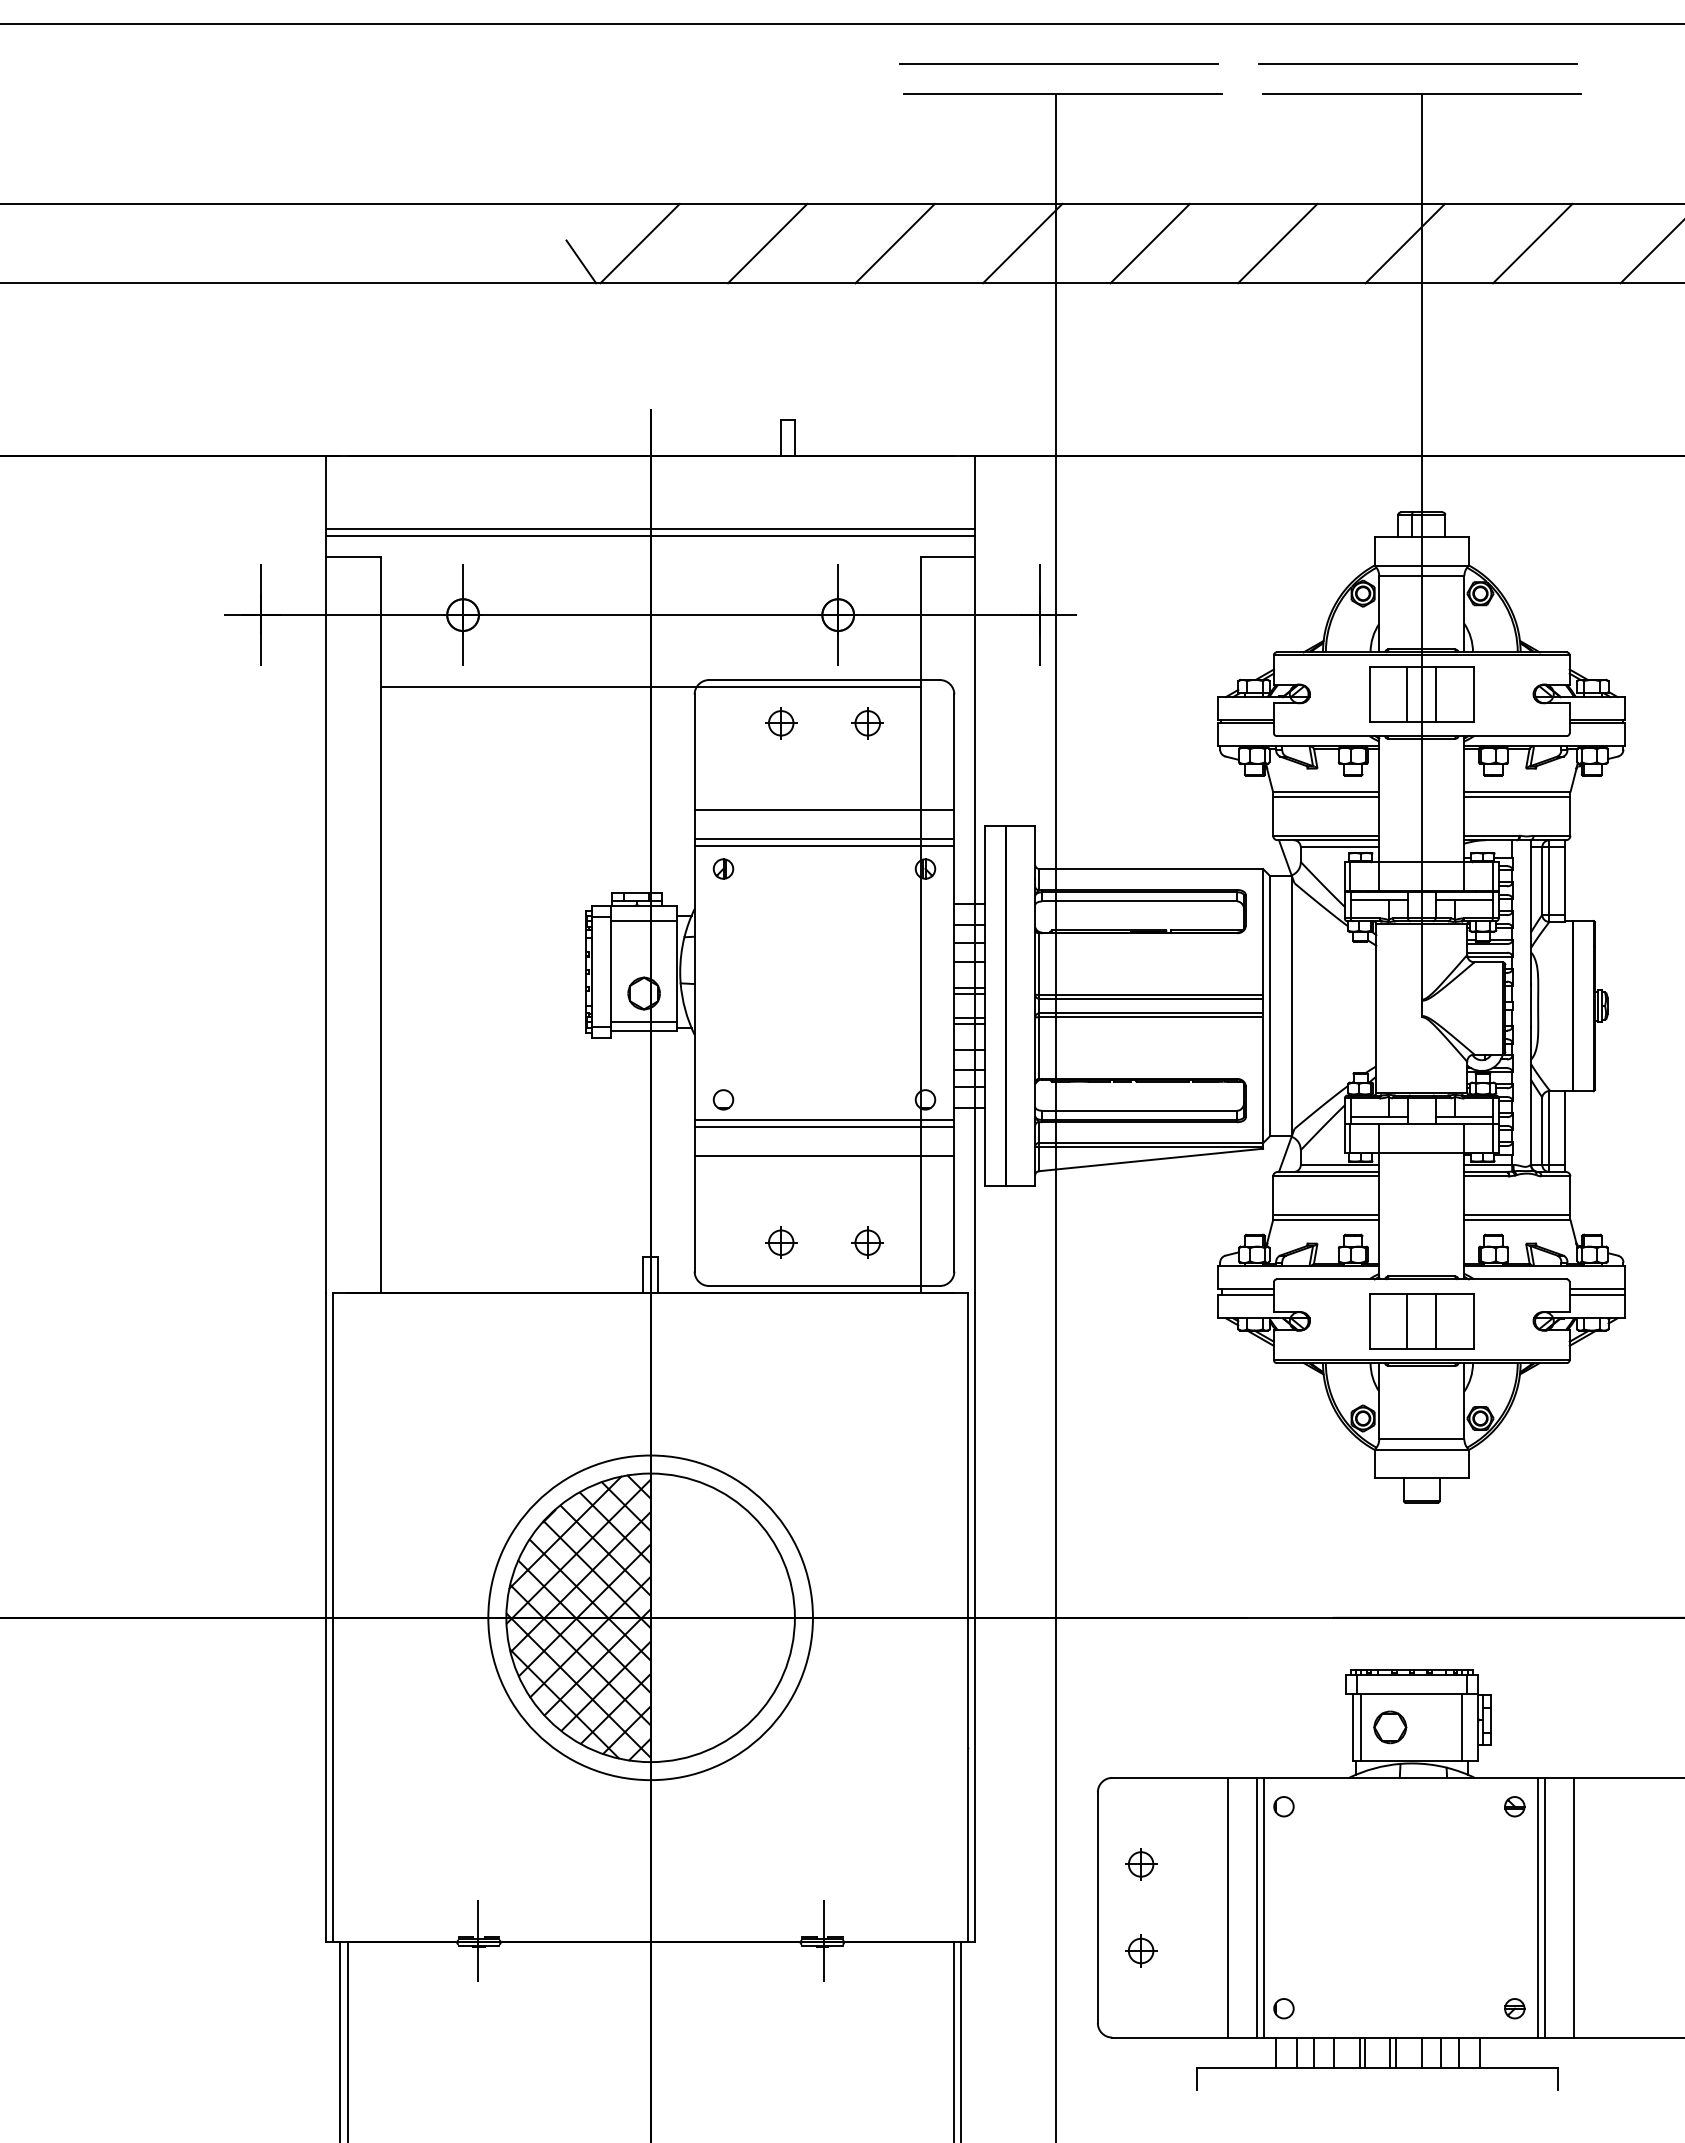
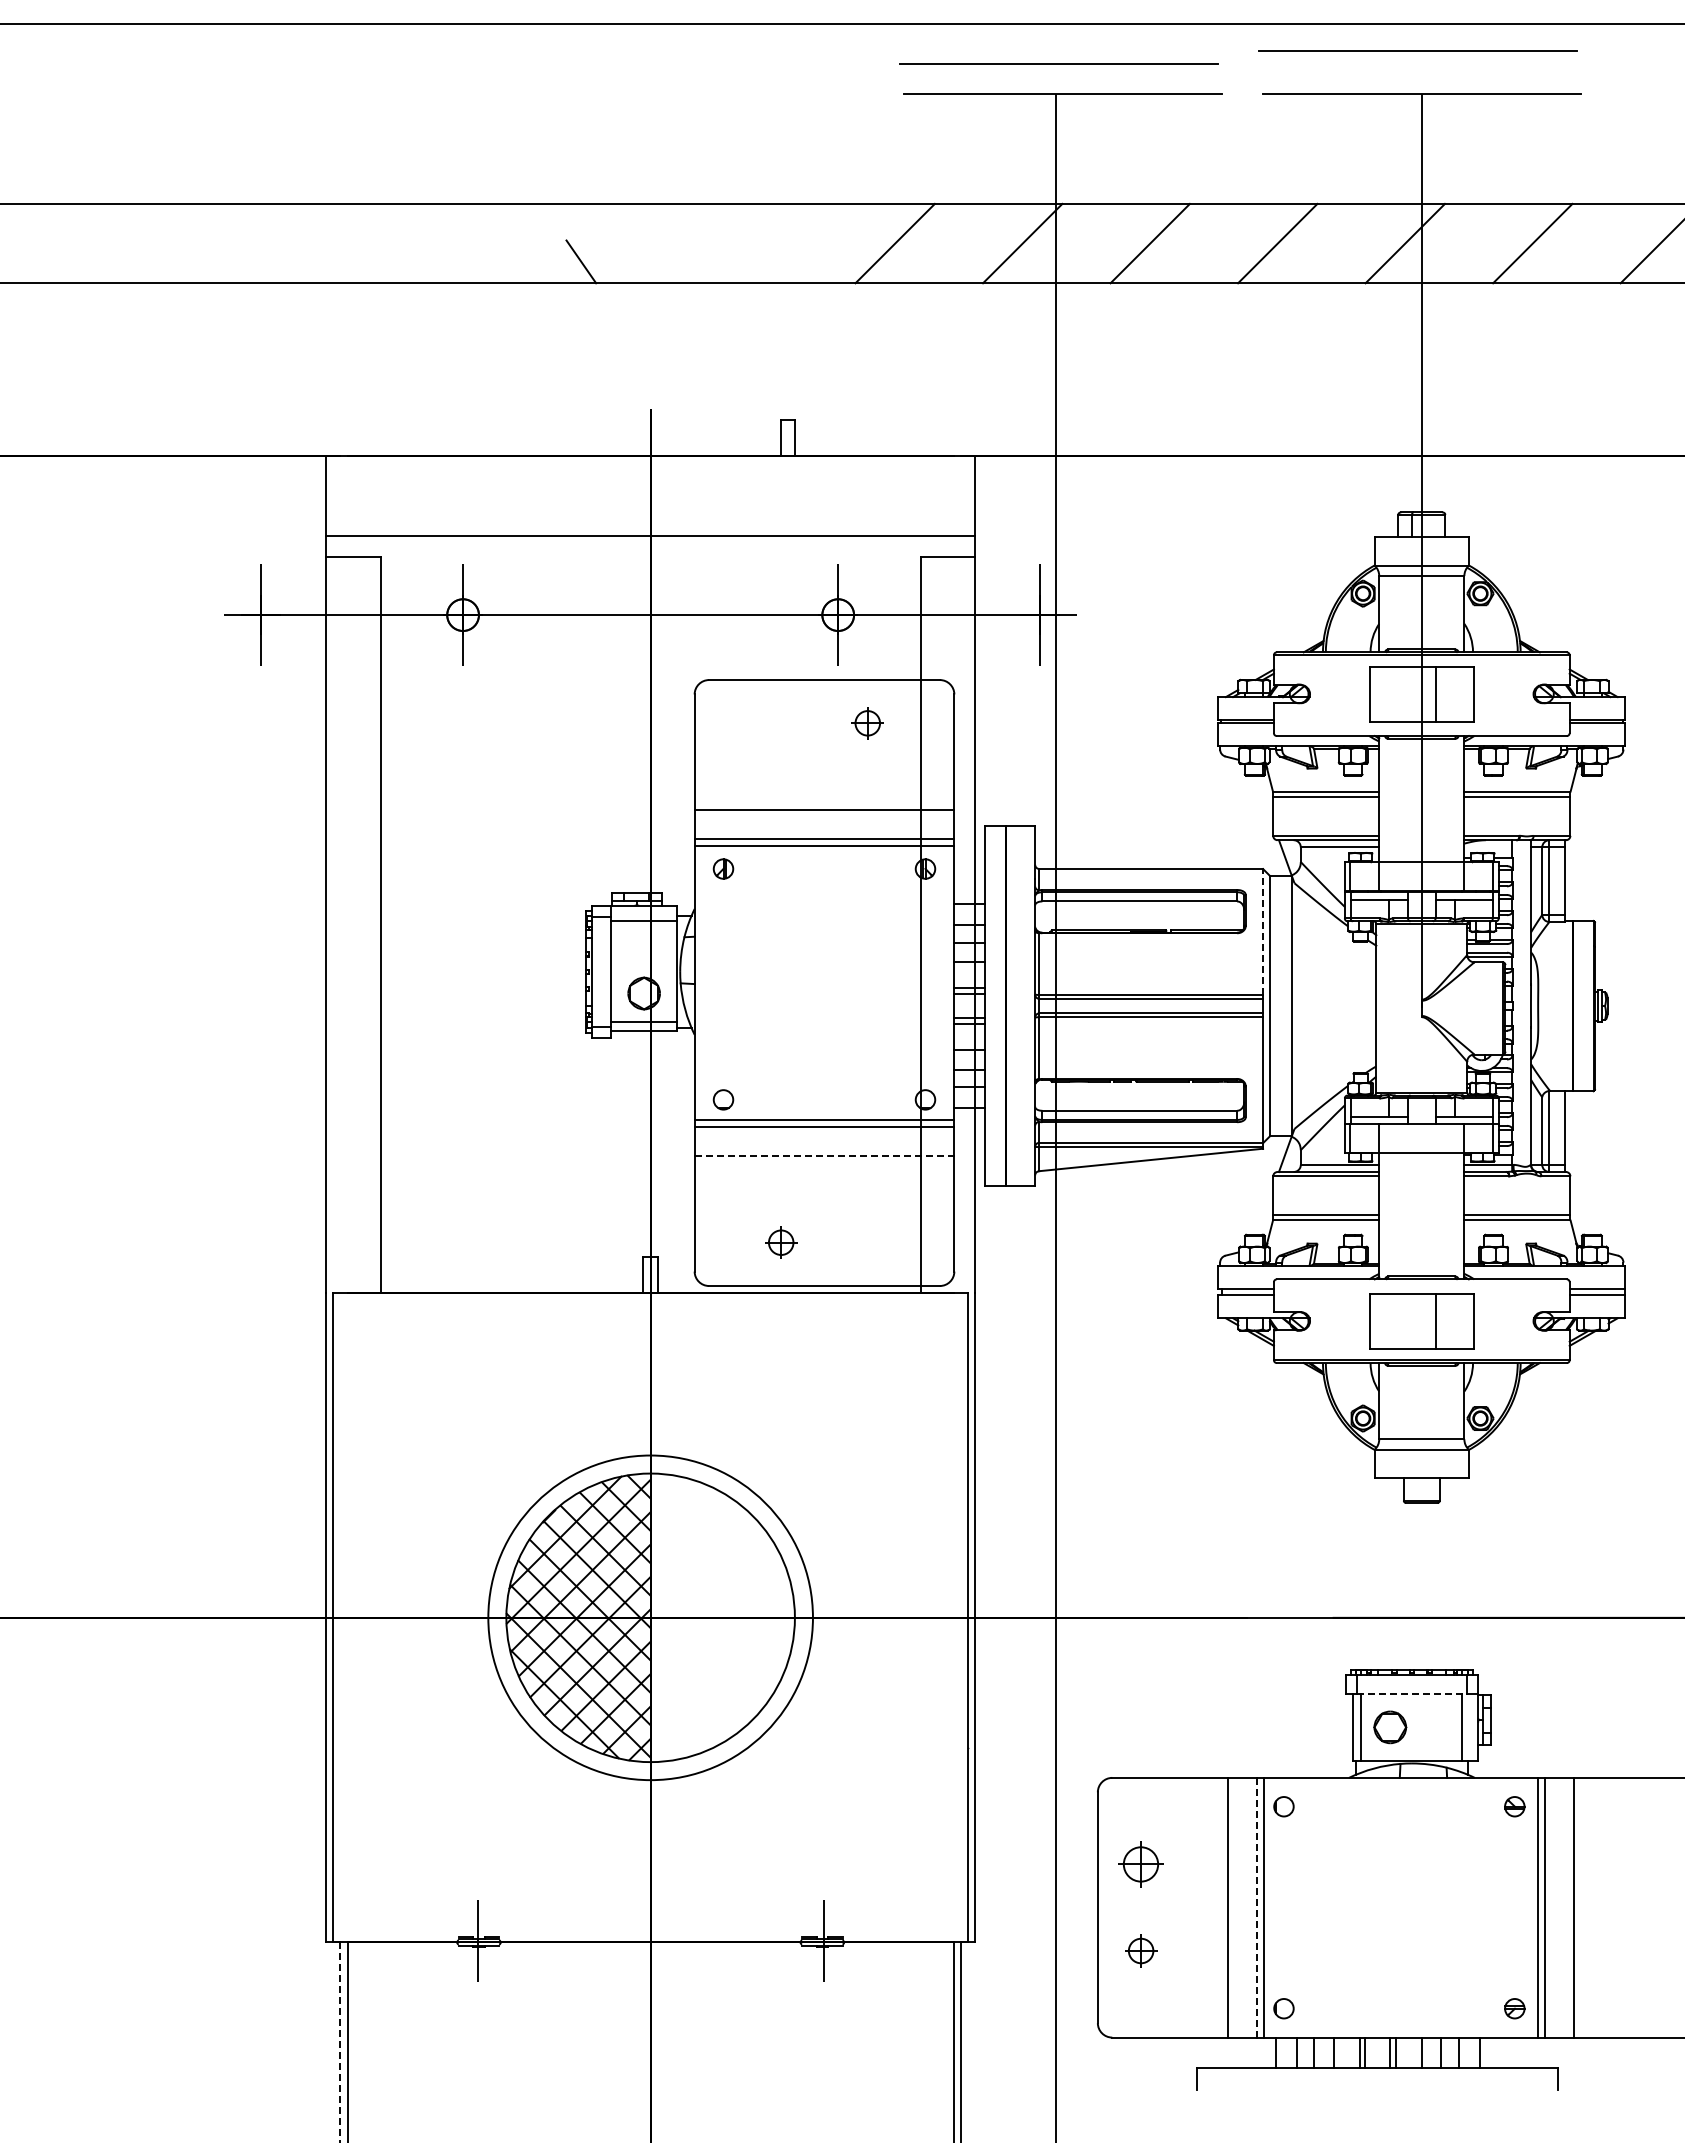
line at (1417, 63) position: (1417, 63) -> (1417, 50)
line at (639, 243): present -> none
line at (767, 243): present -> none
line at (650, 528): present -> none
line at (650, 687): present -> none
line at (1407, 693): present -> none
part at (781, 723): present -> none
line at (1263, 931): solid -> dashed
line at (824, 1156): solid -> dashed
part at (867, 1242): present -> none
line at (1407, 1320): present -> none
line at (1411, 1694): solid -> dashed
part at (1141, 1864) size: 33x33 px -> 46x47 px
line at (1256, 1907): solid -> dashed
line at (340, 2042): solid -> dashed
